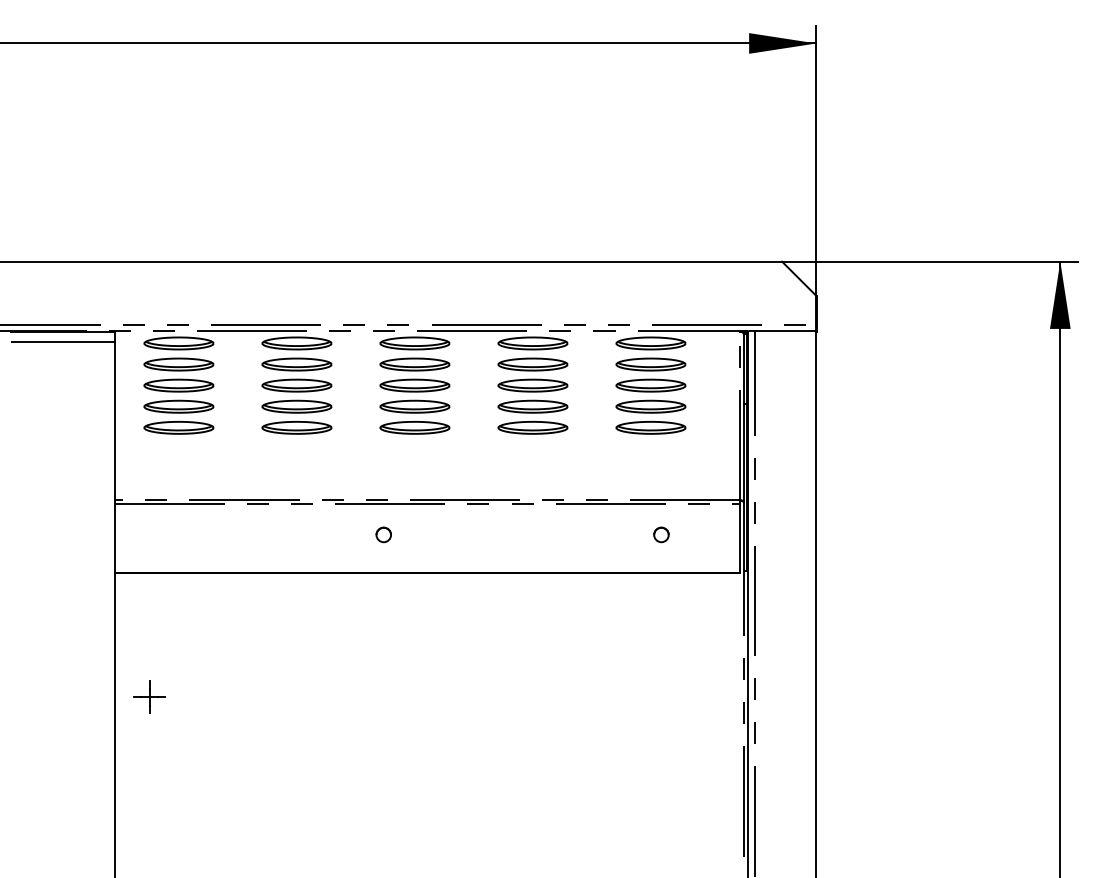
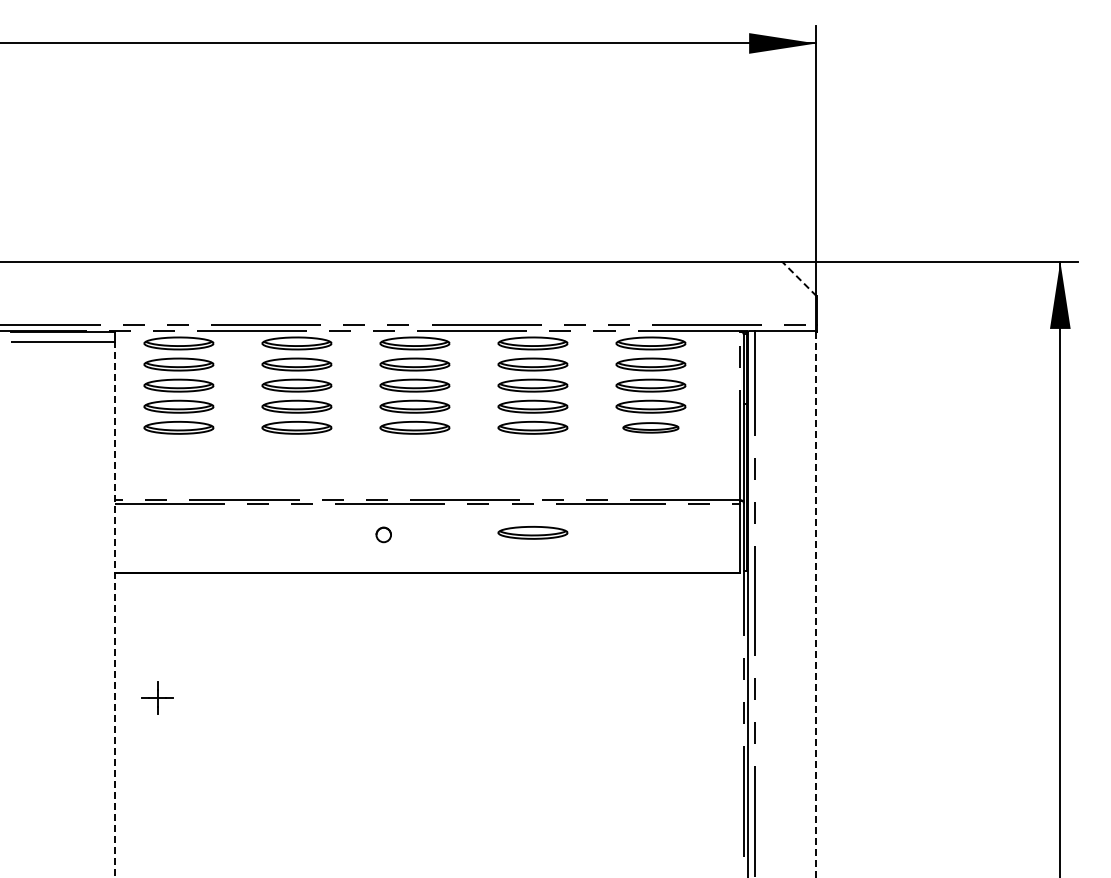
line at (799, 278): solid -> dashed
part at (650, 427) size: 72x14 px -> 58x12 px
part at (532, 532): none -> present
part at (661, 534): present -> none
line at (816, 603): solid -> dashed
line at (114, 609): solid -> dashed
part at (149, 696) position: (149, 696) -> (157, 697)
